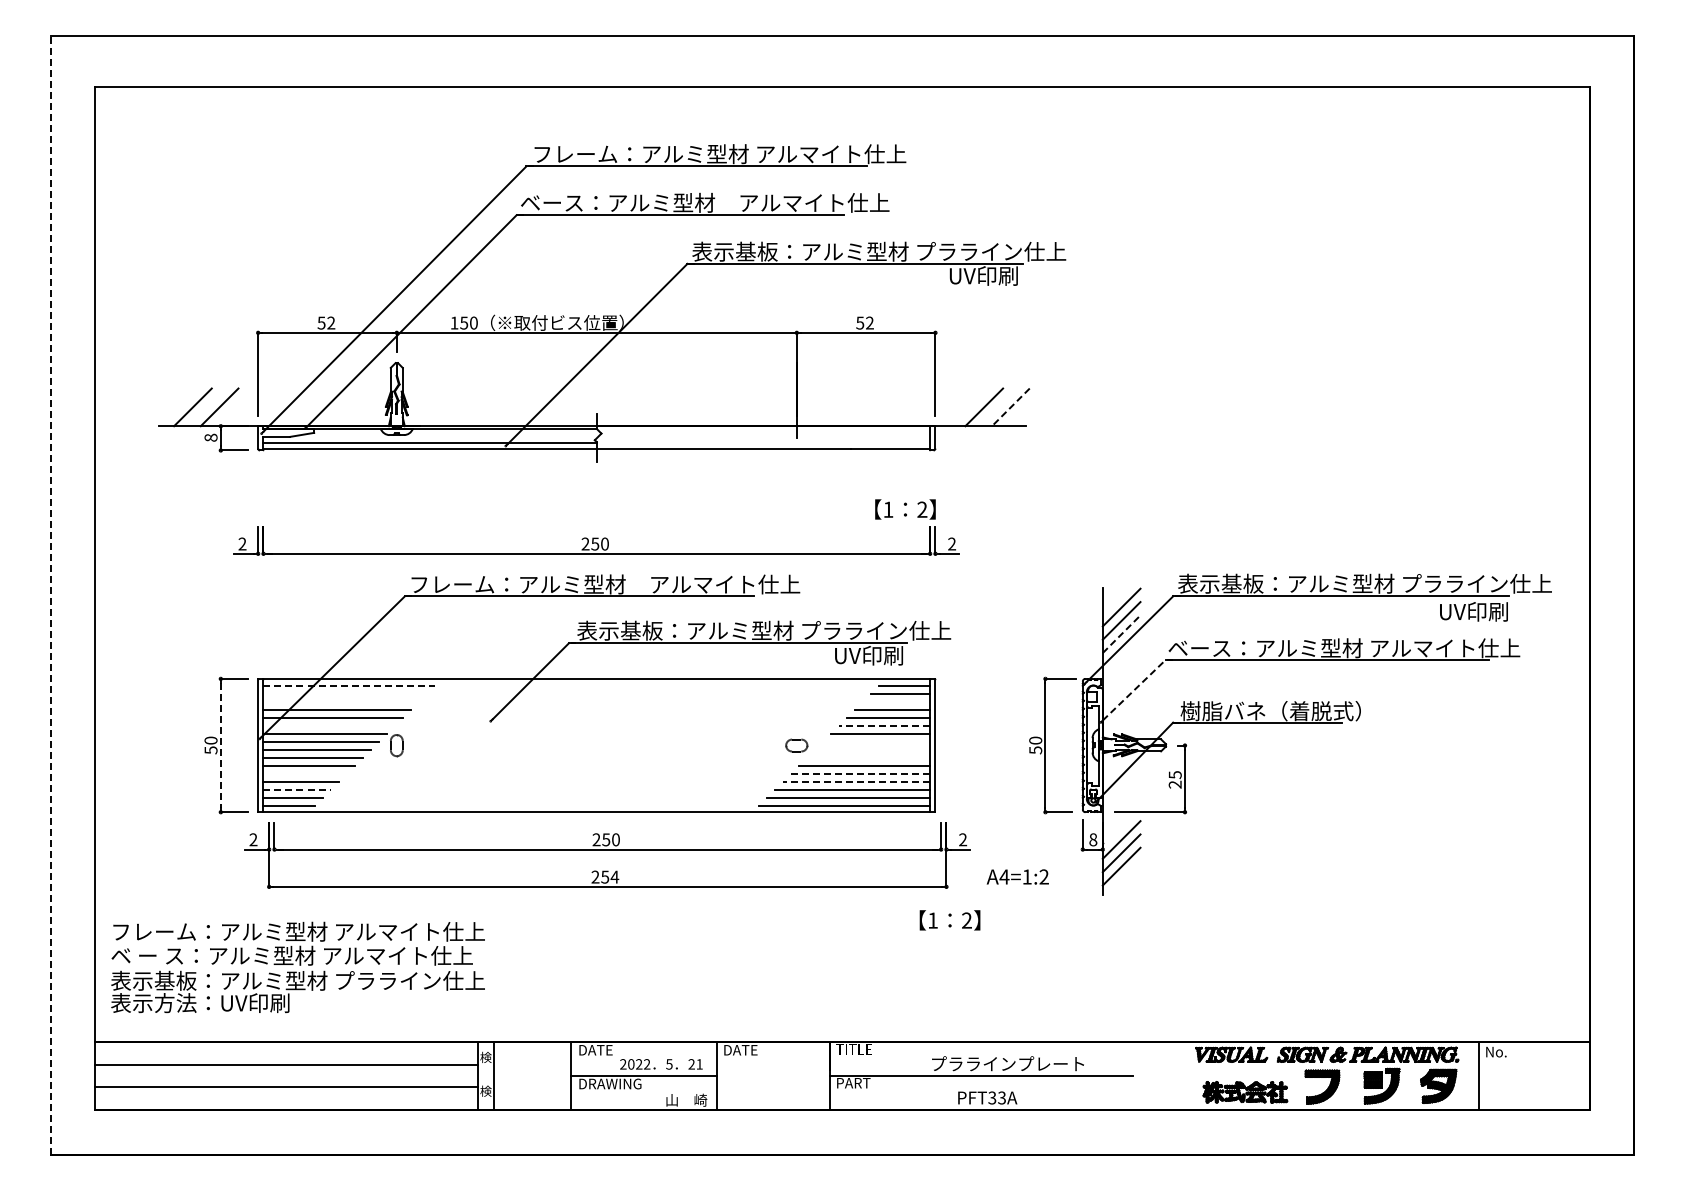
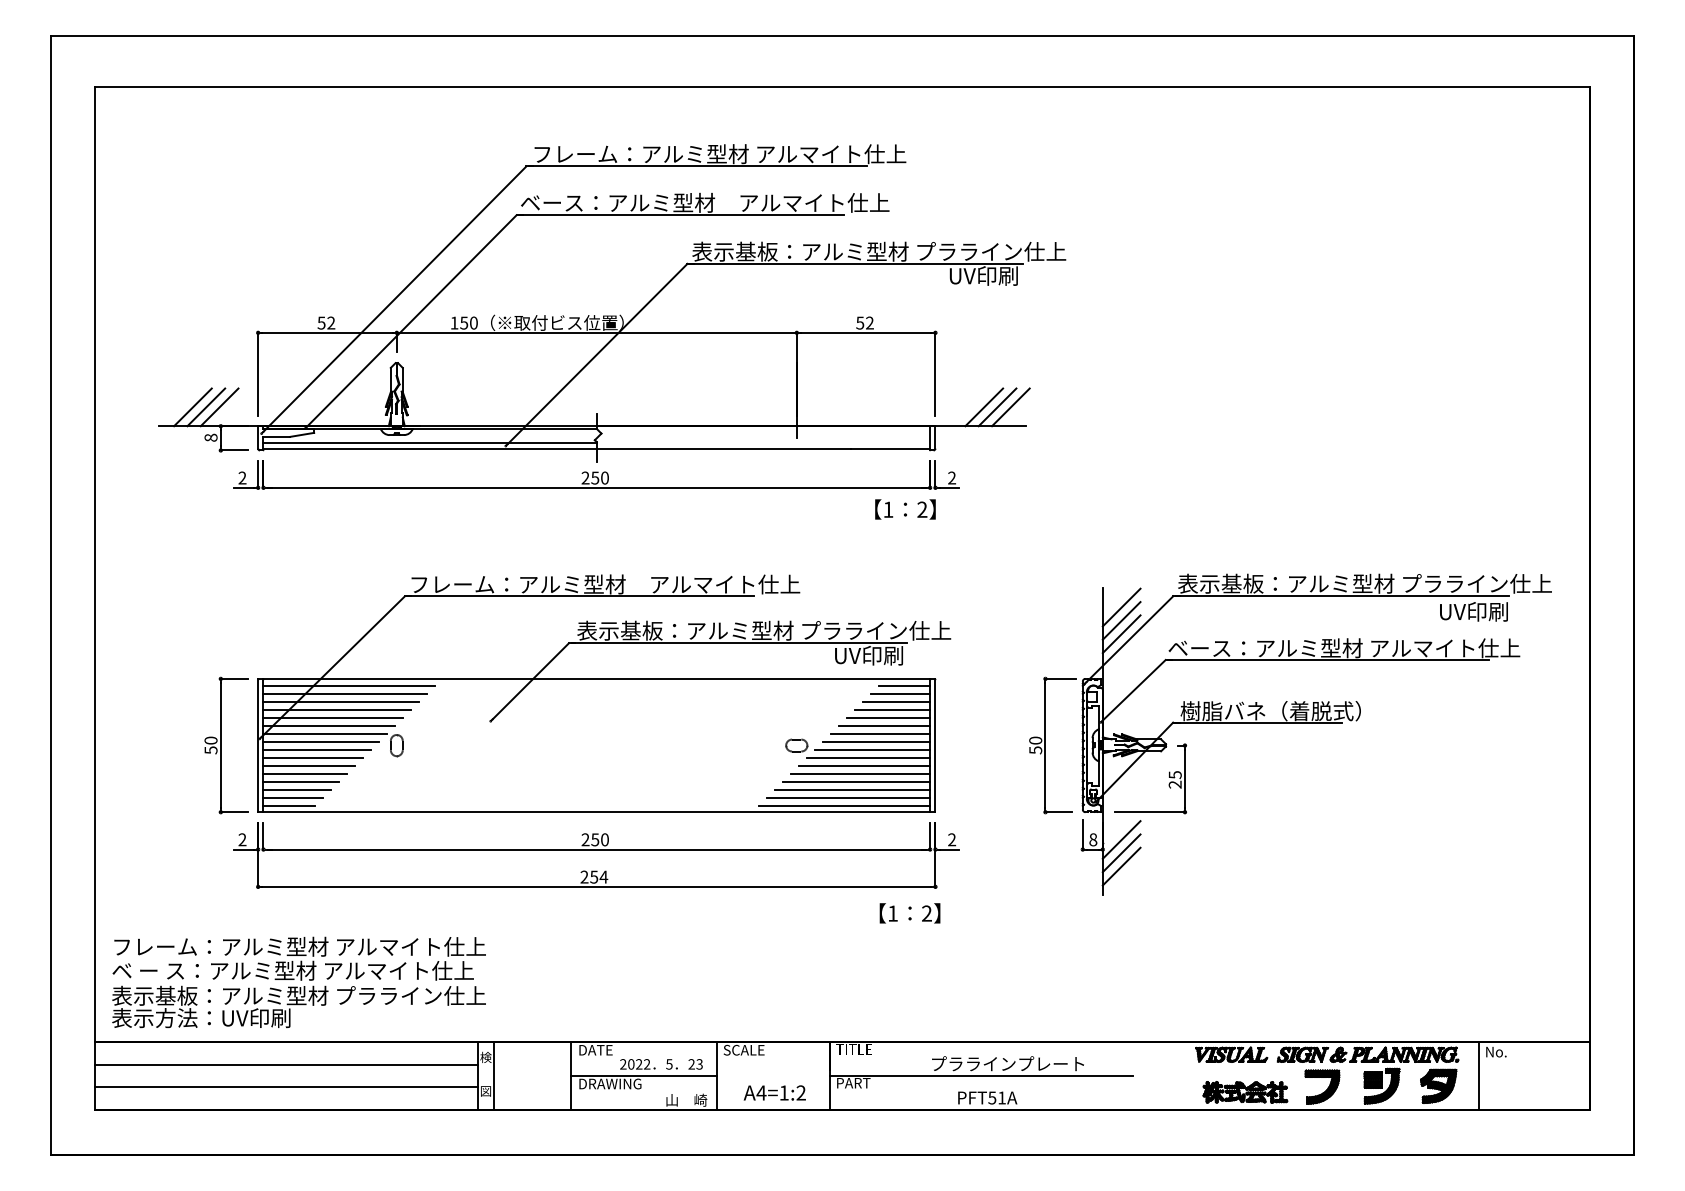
line at (206, 407): none -> present
line at (997, 407): none -> present
line at (1010, 407): dashed -> solid
part at (596, 540) position: (596, 540) -> (596, 474)
line at (50, 595): dashed -> solid
line at (1121, 634): dashed -> solid
line at (349, 686): dashed -> solid
line at (1134, 690): dashed -> solid
line at (344, 694): none -> present
line at (896, 701): none -> present
line at (340, 702): none -> present
line at (884, 725): dashed -> solid
line at (328, 726): none -> present
line at (876, 741): none -> present
line at (220, 746): dashed -> solid
line at (872, 749): none -> present
line at (868, 757): none -> present
line at (860, 773): dashed -> solid
line at (304, 774): none -> present
line at (856, 781): dashed -> solid
line at (297, 790): dashed -> solid
part at (607, 855) position: (607, 855) -> (596, 855)
text at (1017, 876) position: (1017, 876) -> (774, 1092)
text at (949, 920) position: (949, 920) -> (909, 913)
text at (297, 967) position: (297, 967) -> (298, 982)
text at (743, 1049): DATE -> SCALE
text at (699, 1064): 21 -> 23
text at (485, 1090): 検 -> 図
text at (996, 1097): PFT33A -> PFT51A
